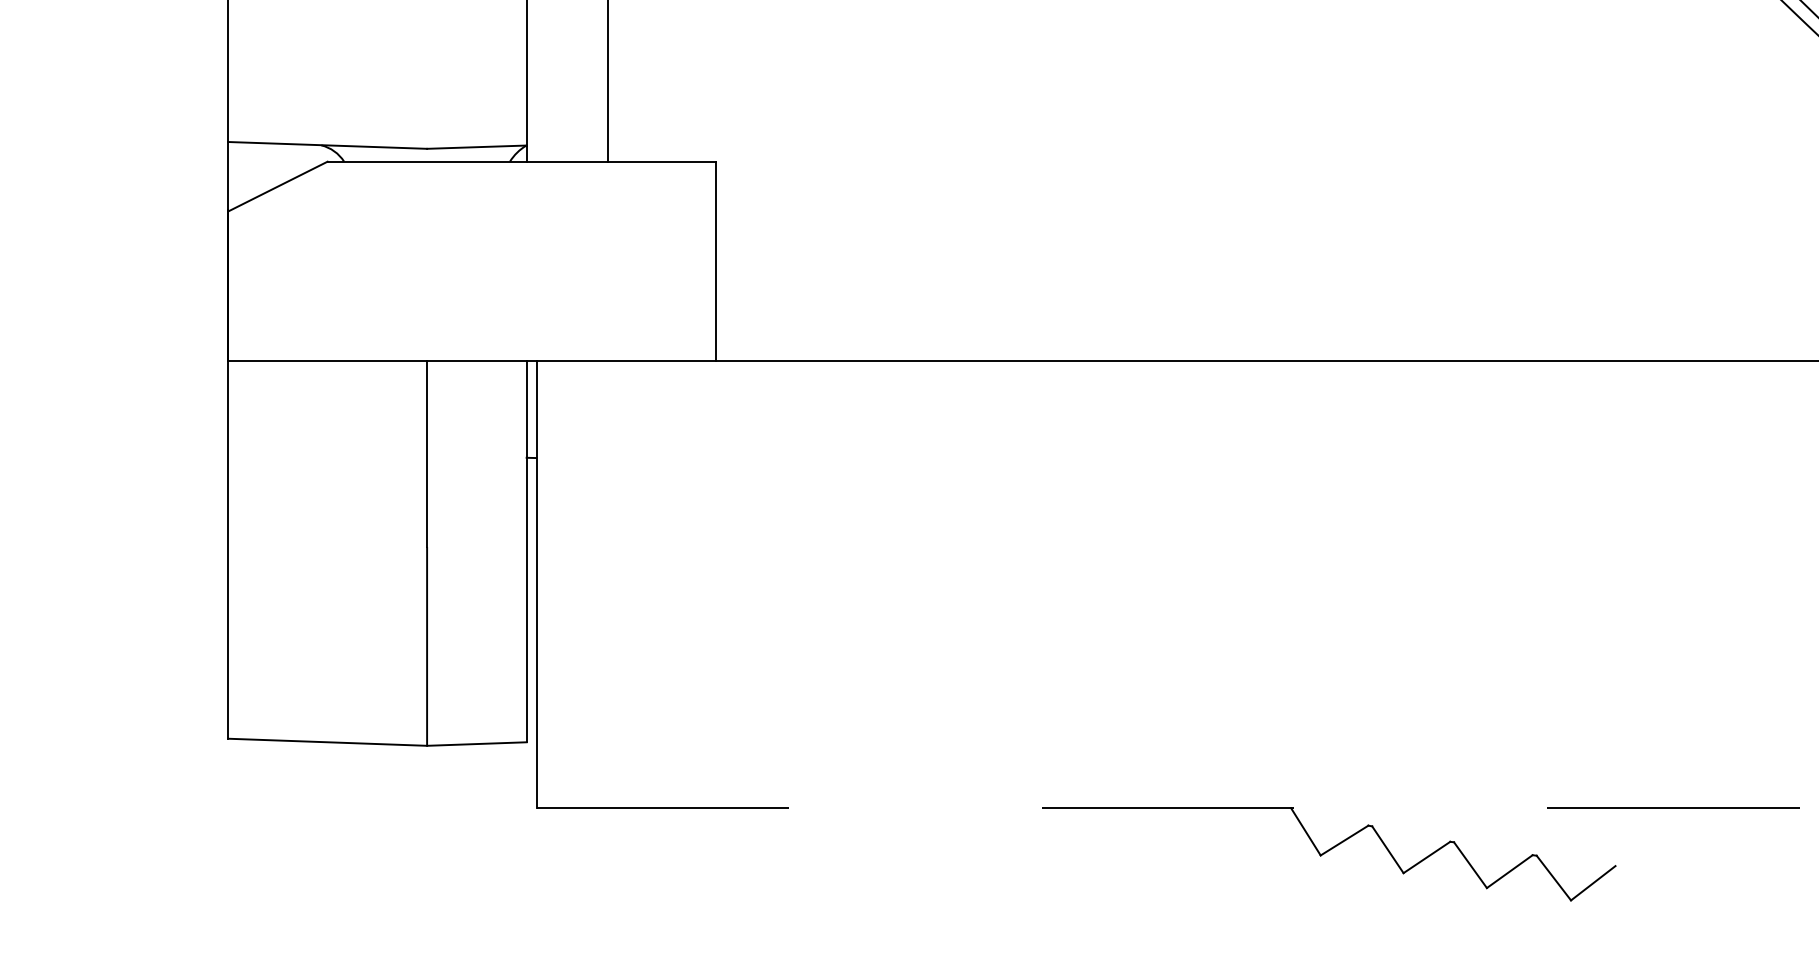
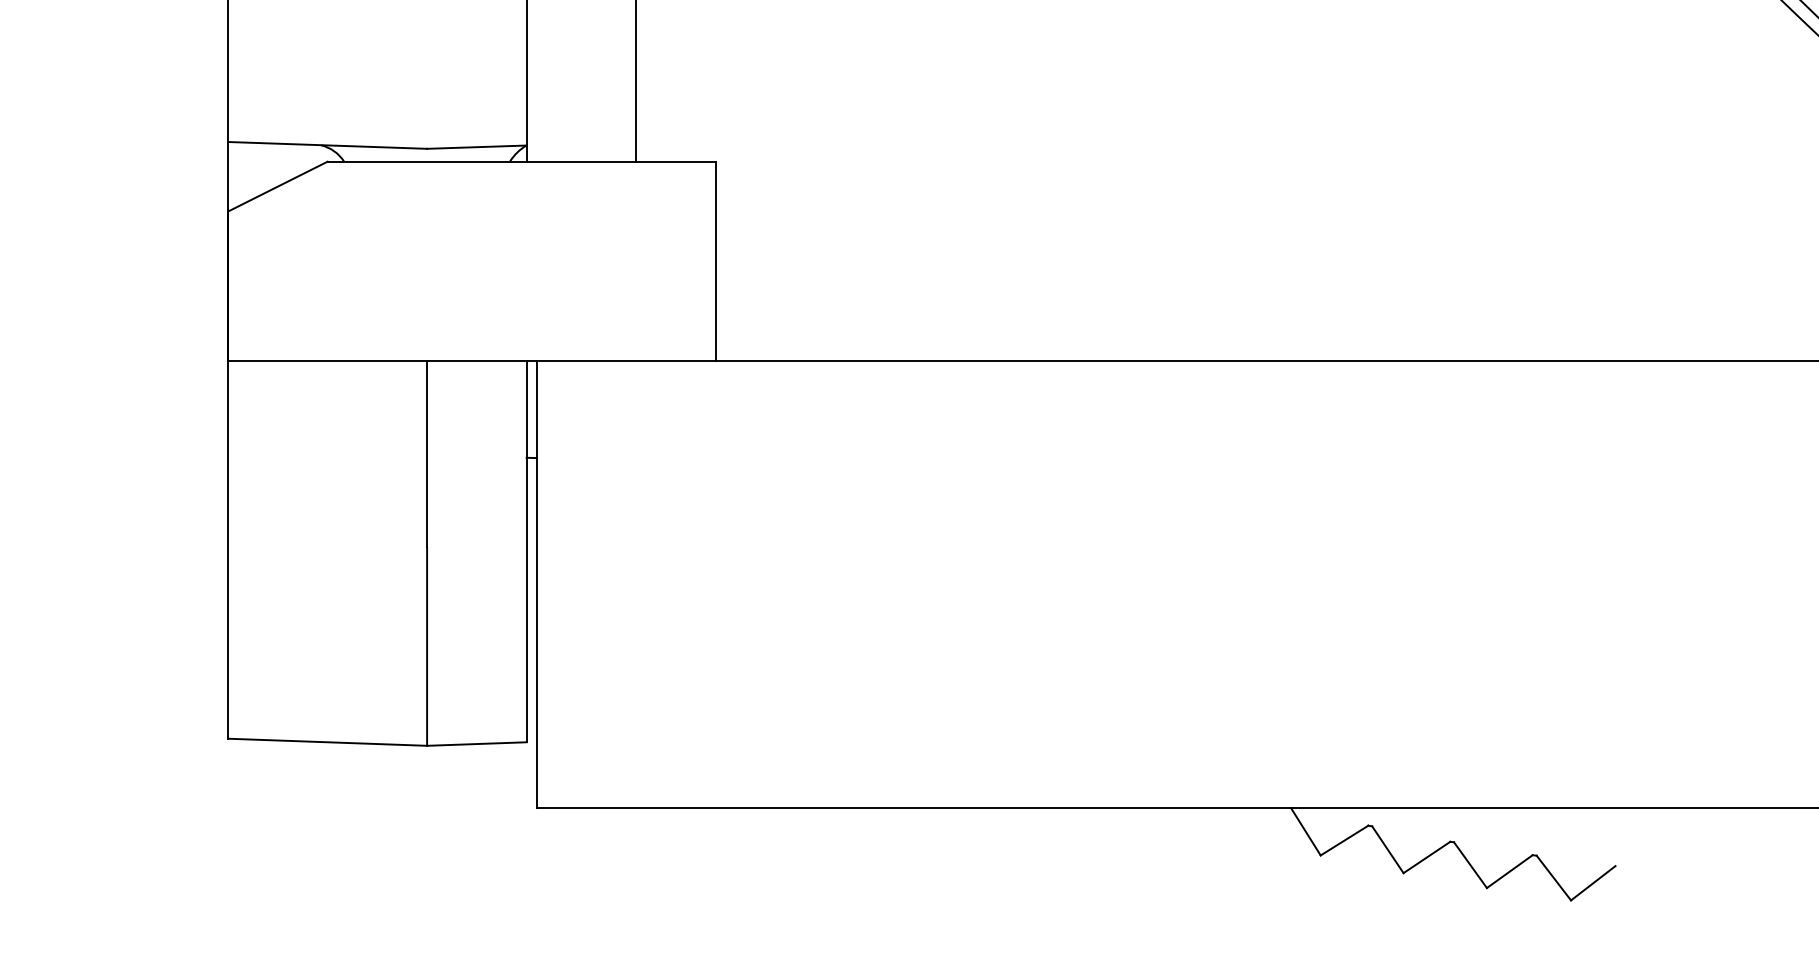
line at (608, 81) position: (608, 81) -> (636, 81)
line at (1177, 808): dashed -> solid
